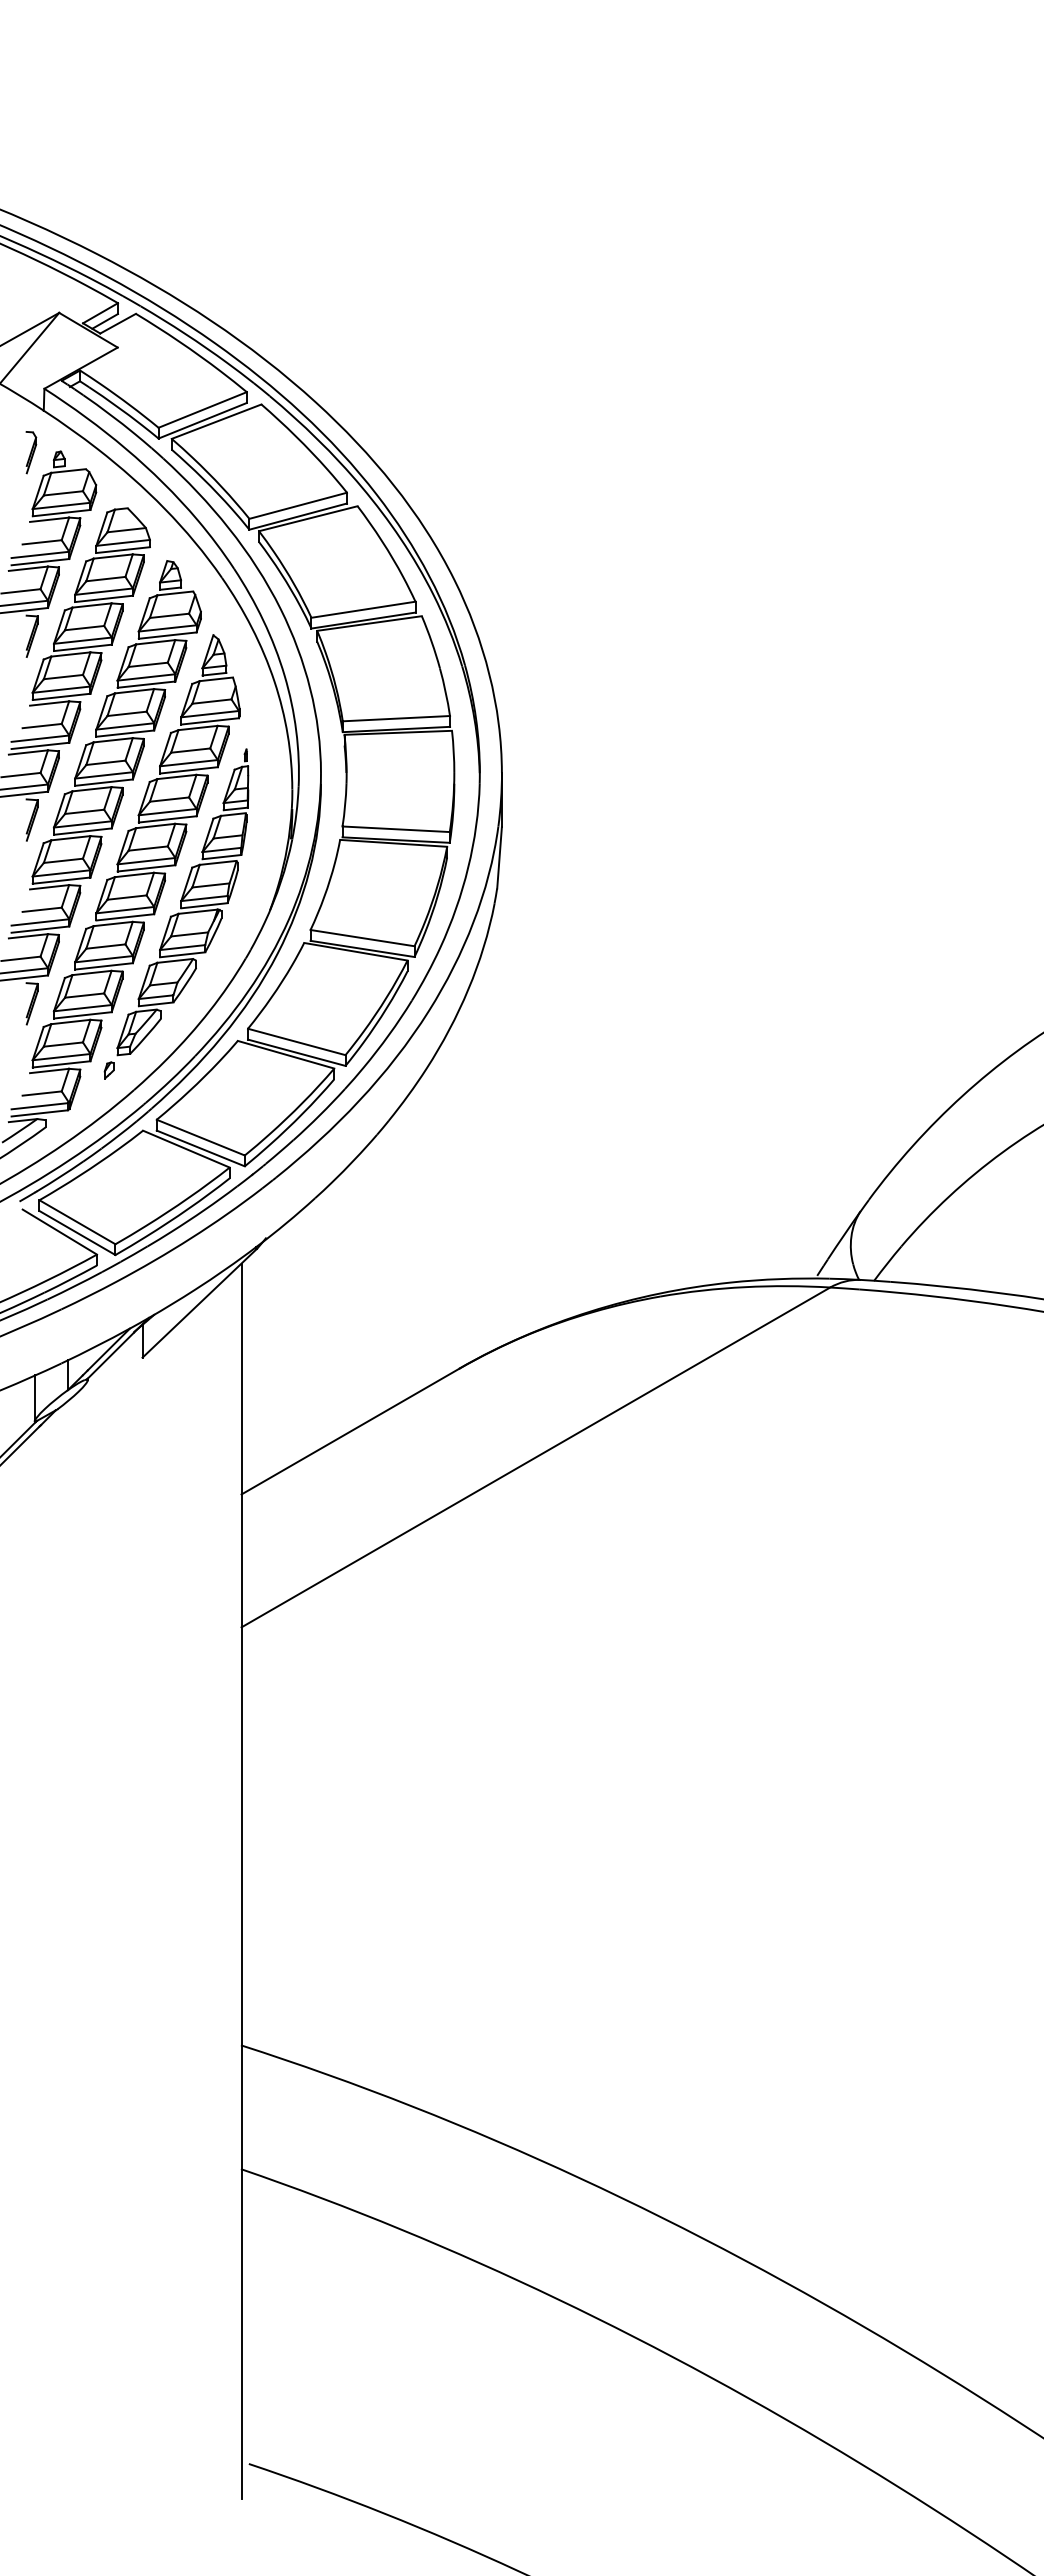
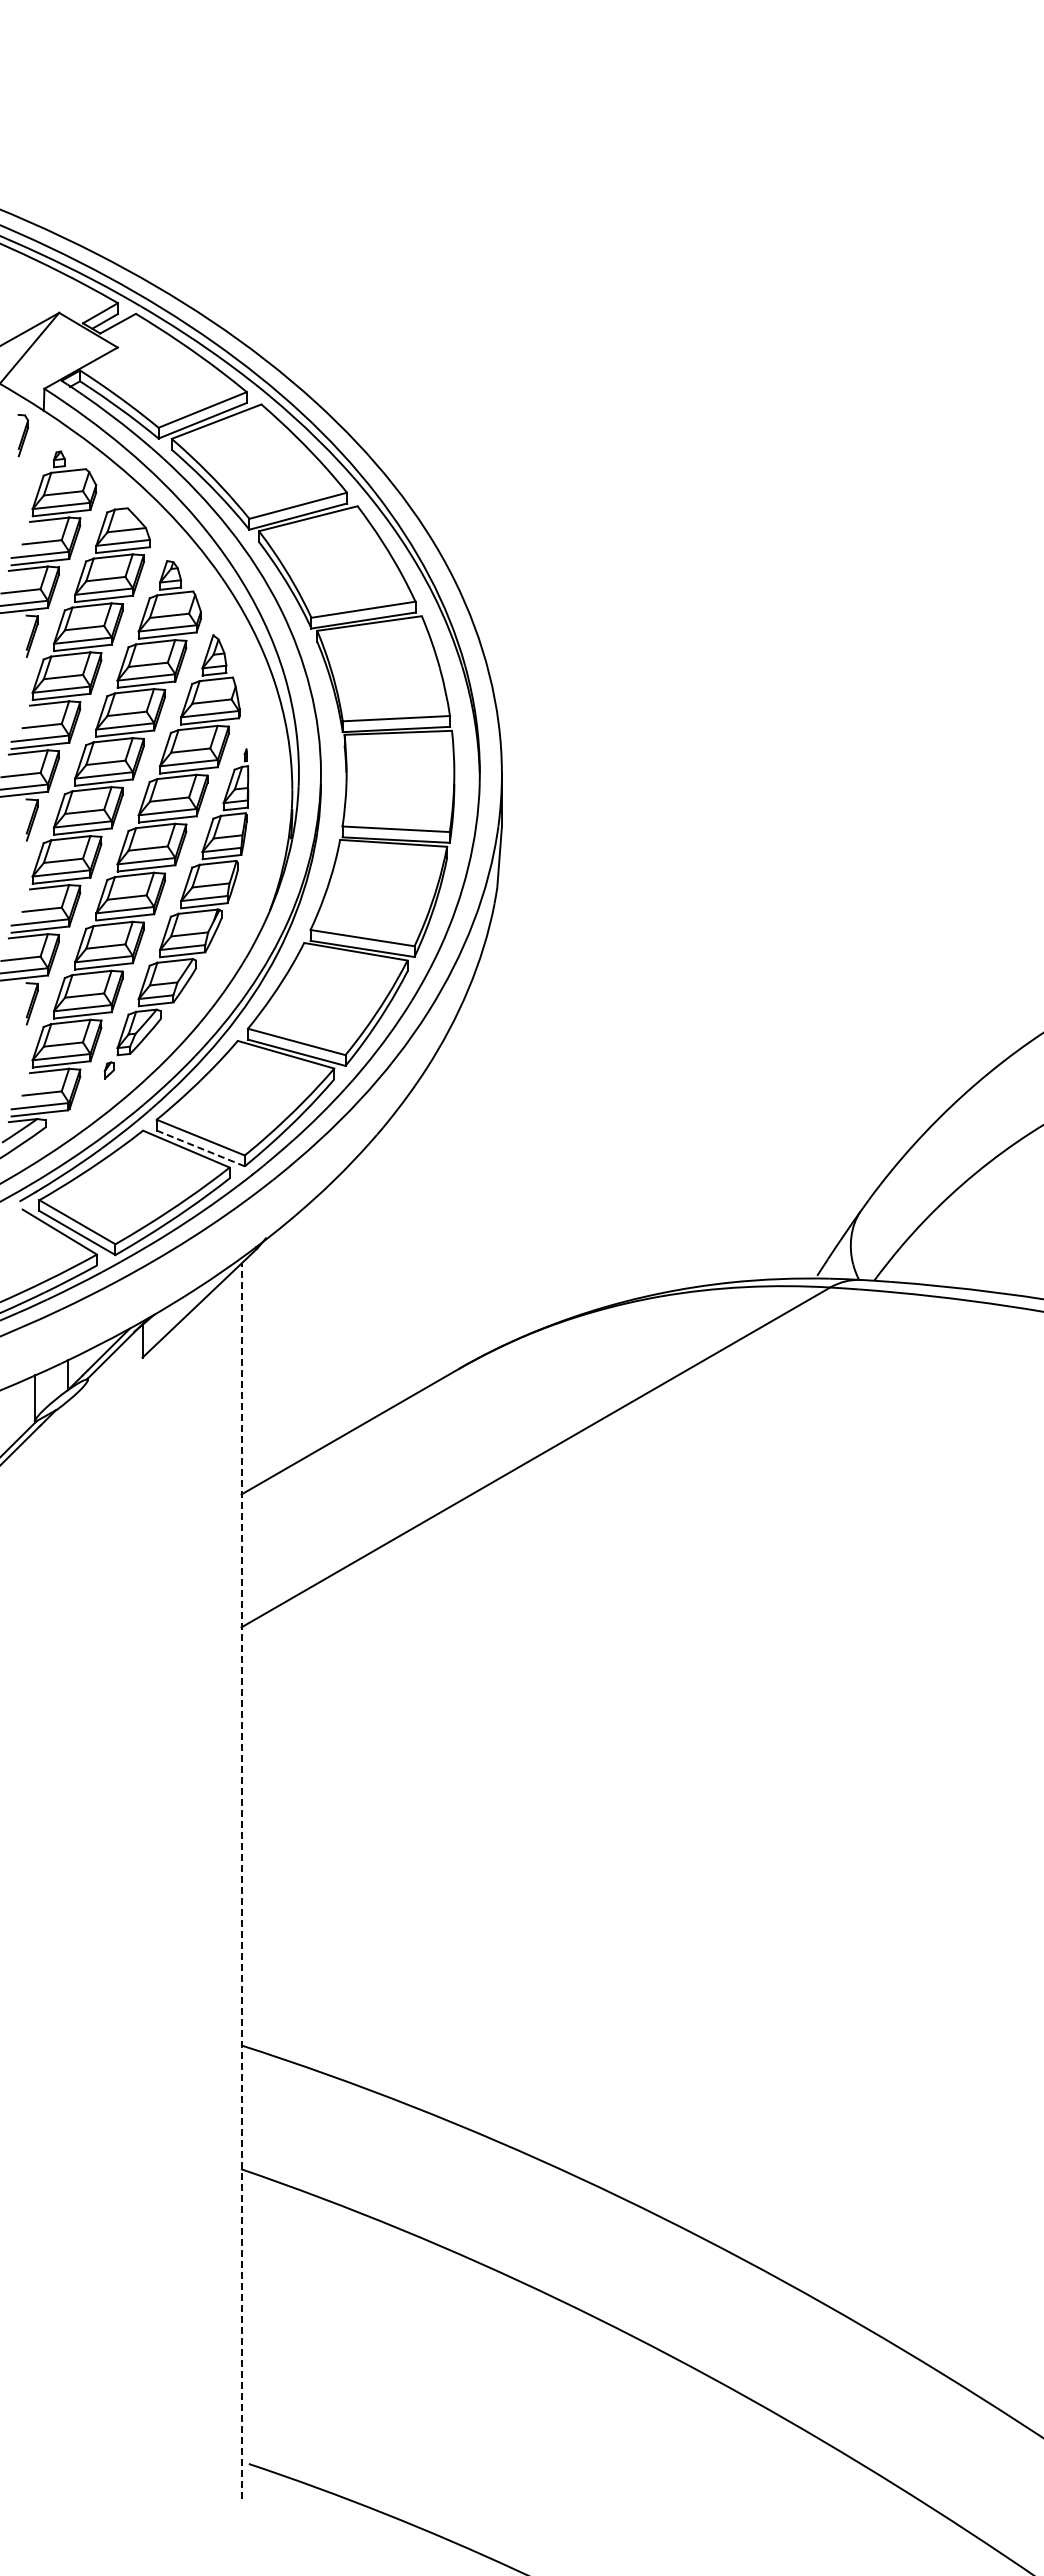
part at (31, 452) position: (31, 452) -> (23, 435)
line at (200, 1148): solid -> dashed
line at (241, 1881): solid -> dashed
